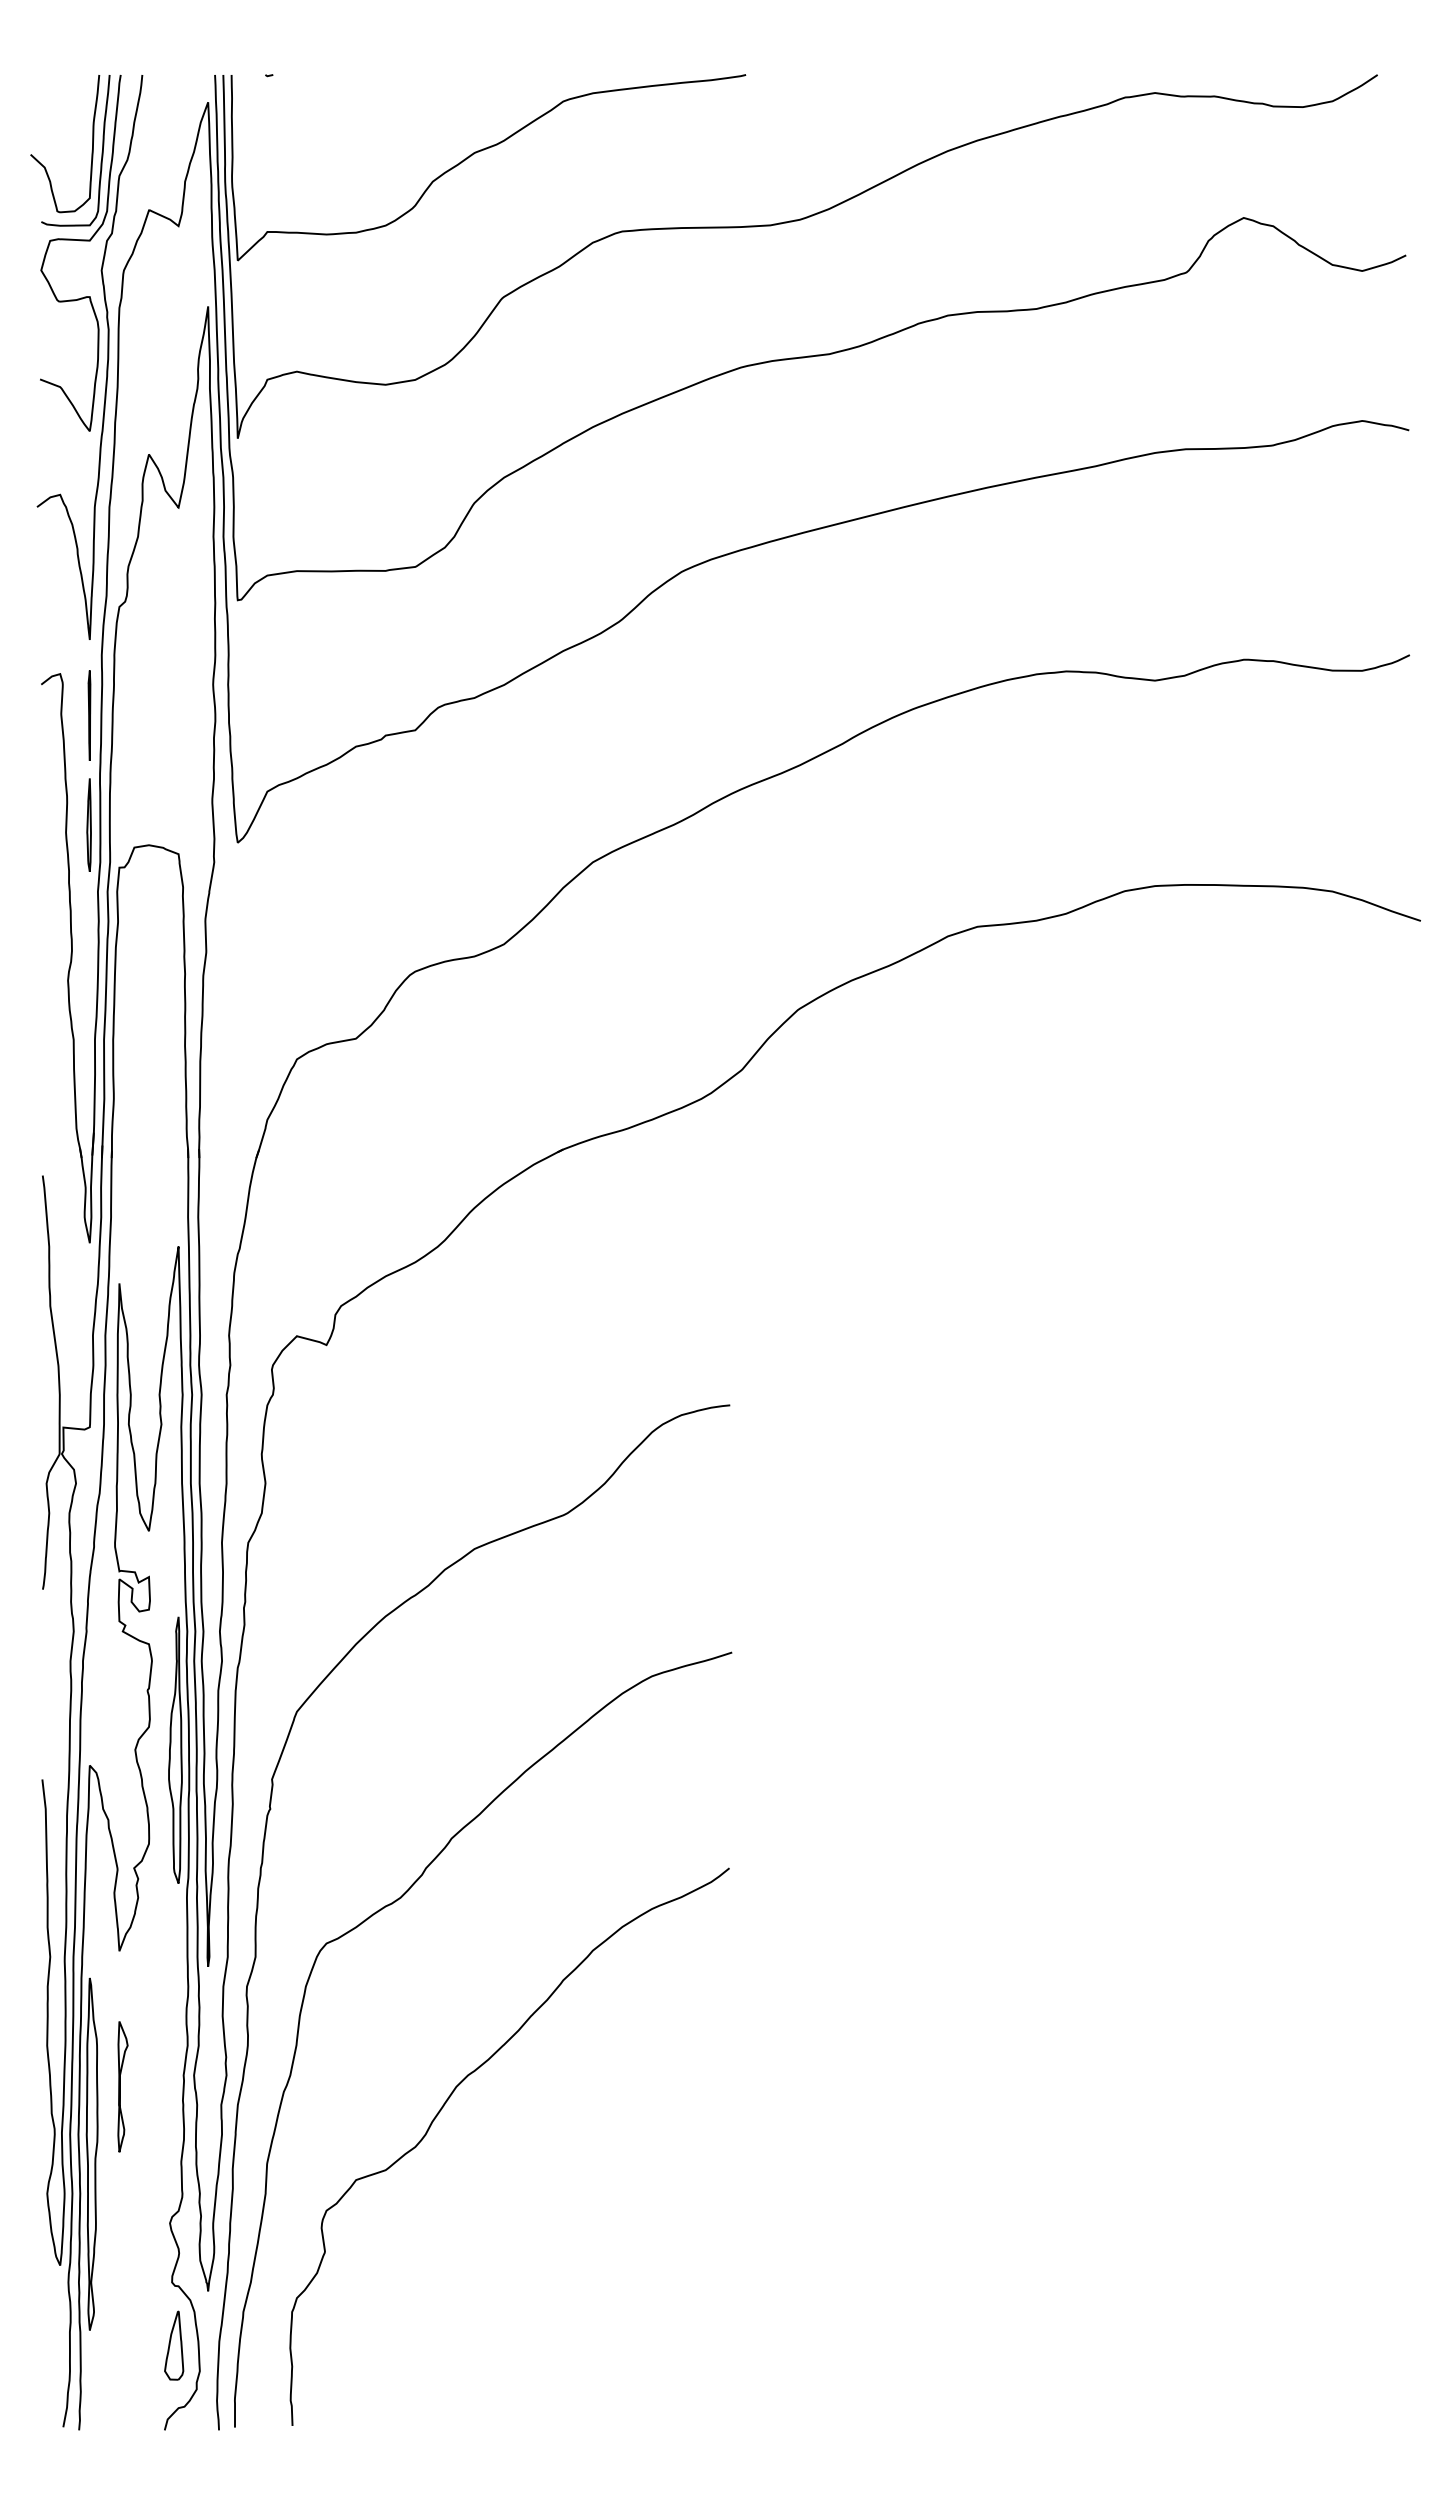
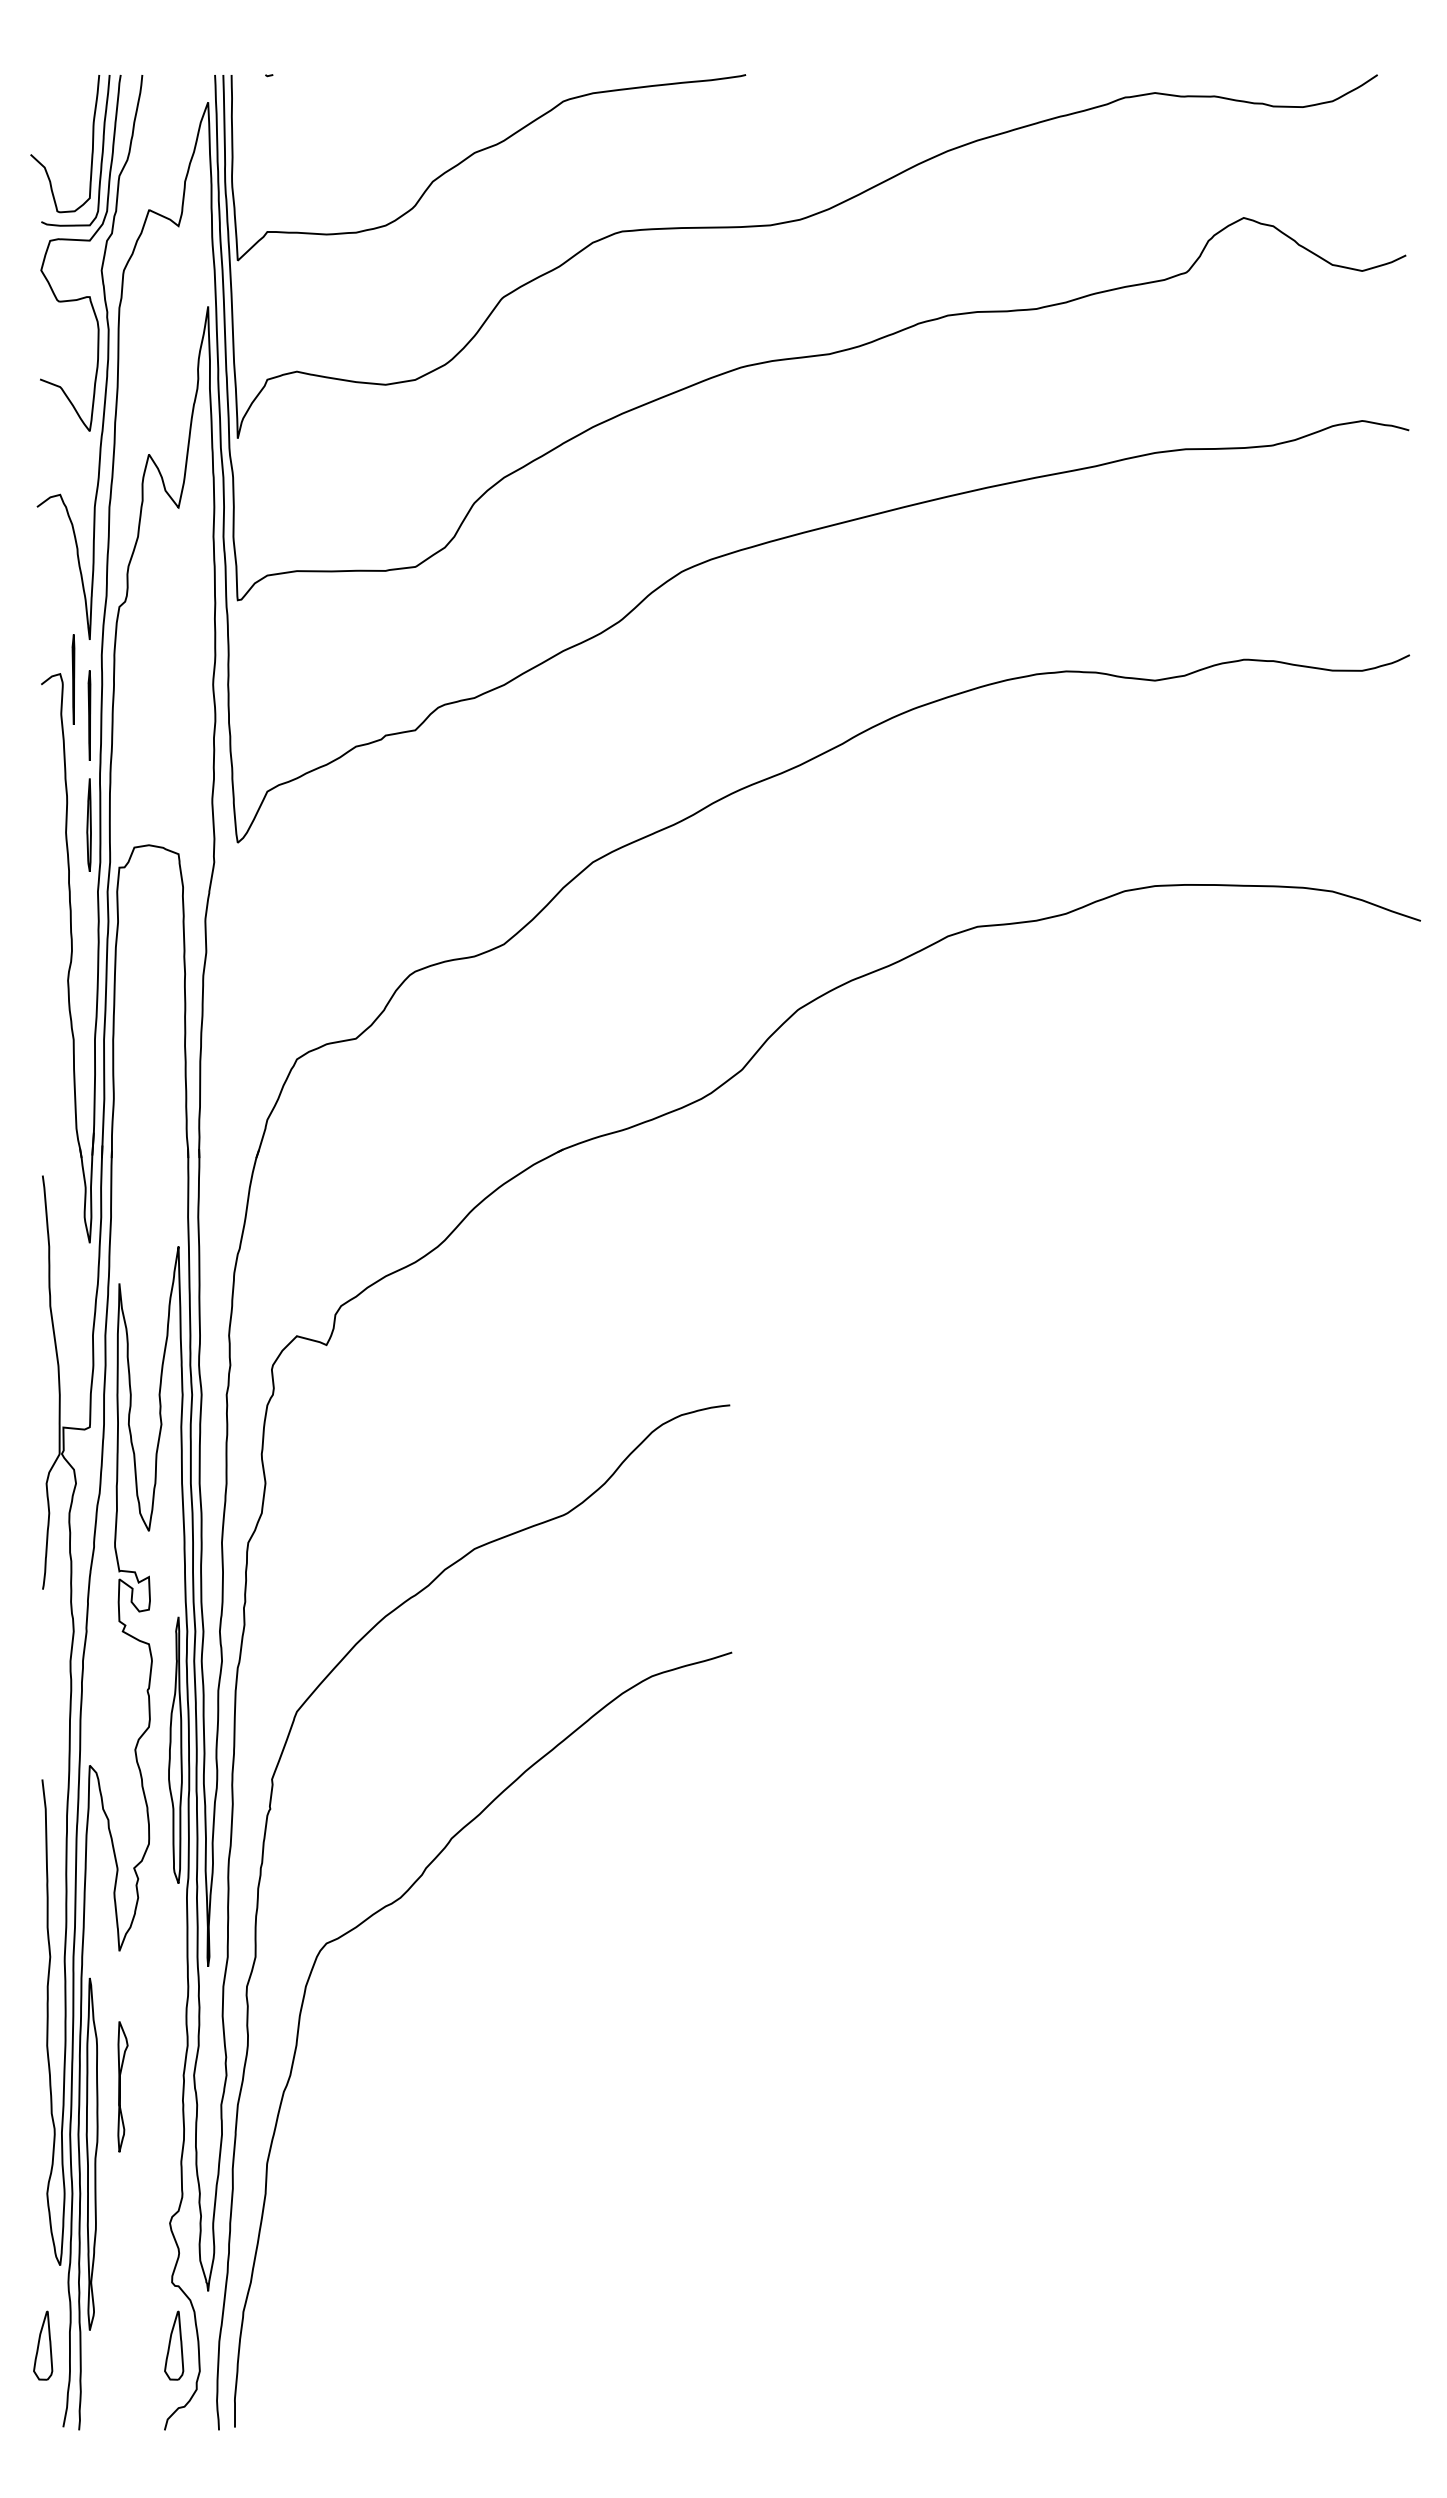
line at (73, 679): none -> present
curve at (446, 2103): present -> none
part at (43, 2345): none -> present
